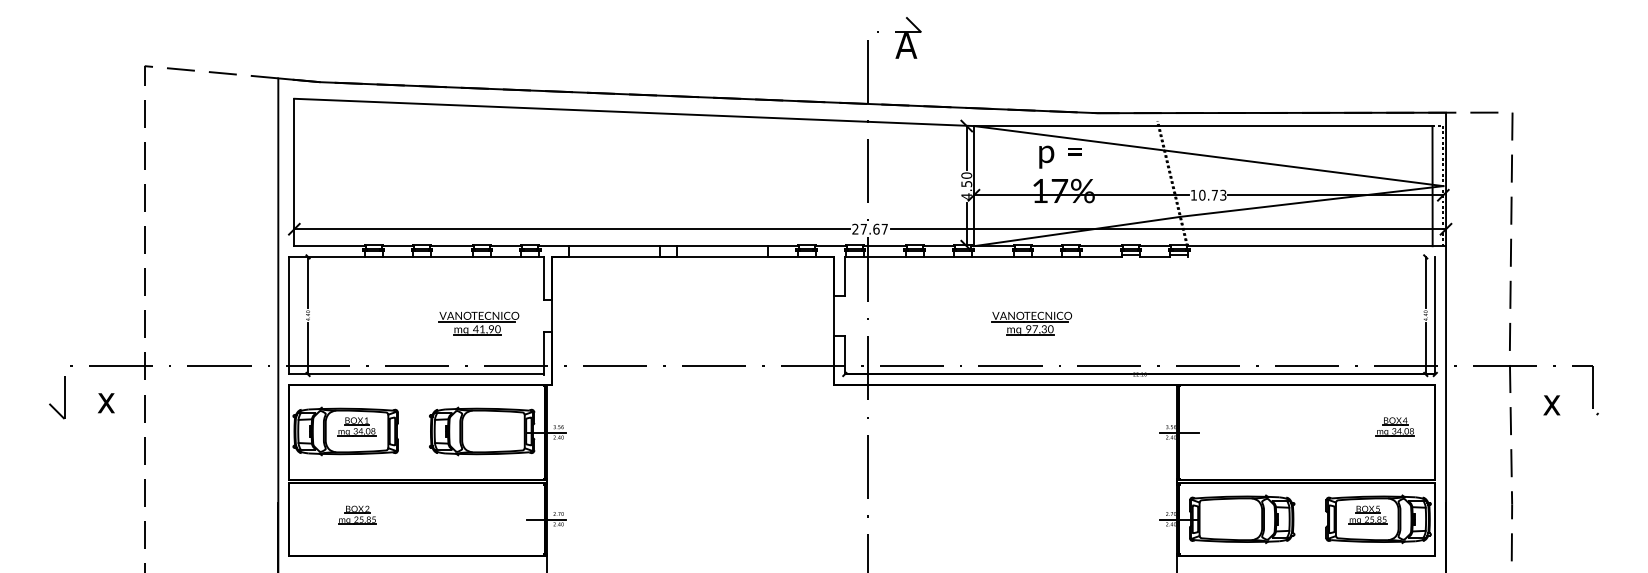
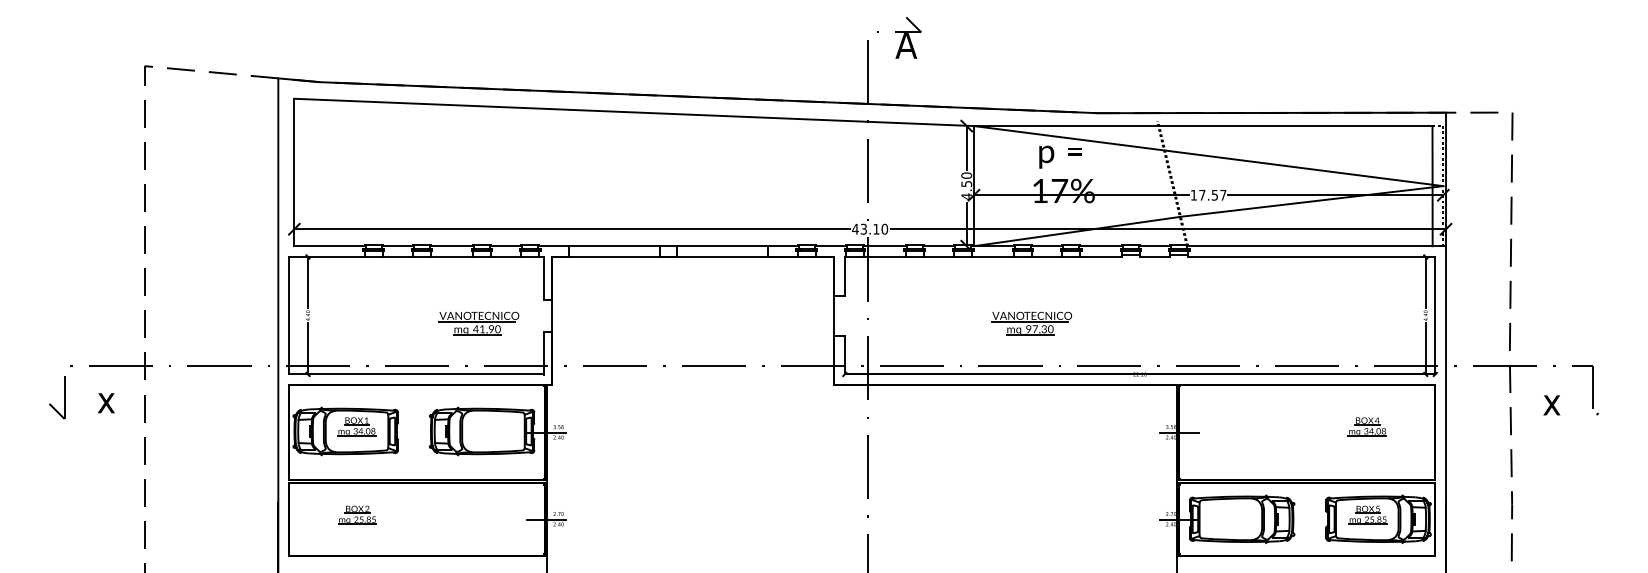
text at (1212, 194): 10.73 -> 17.57
text at (870, 228): 27.67 -> 43.10
line at (1311, 256): none -> present
part at (1394, 426) position: (1394, 426) -> (1366, 426)
